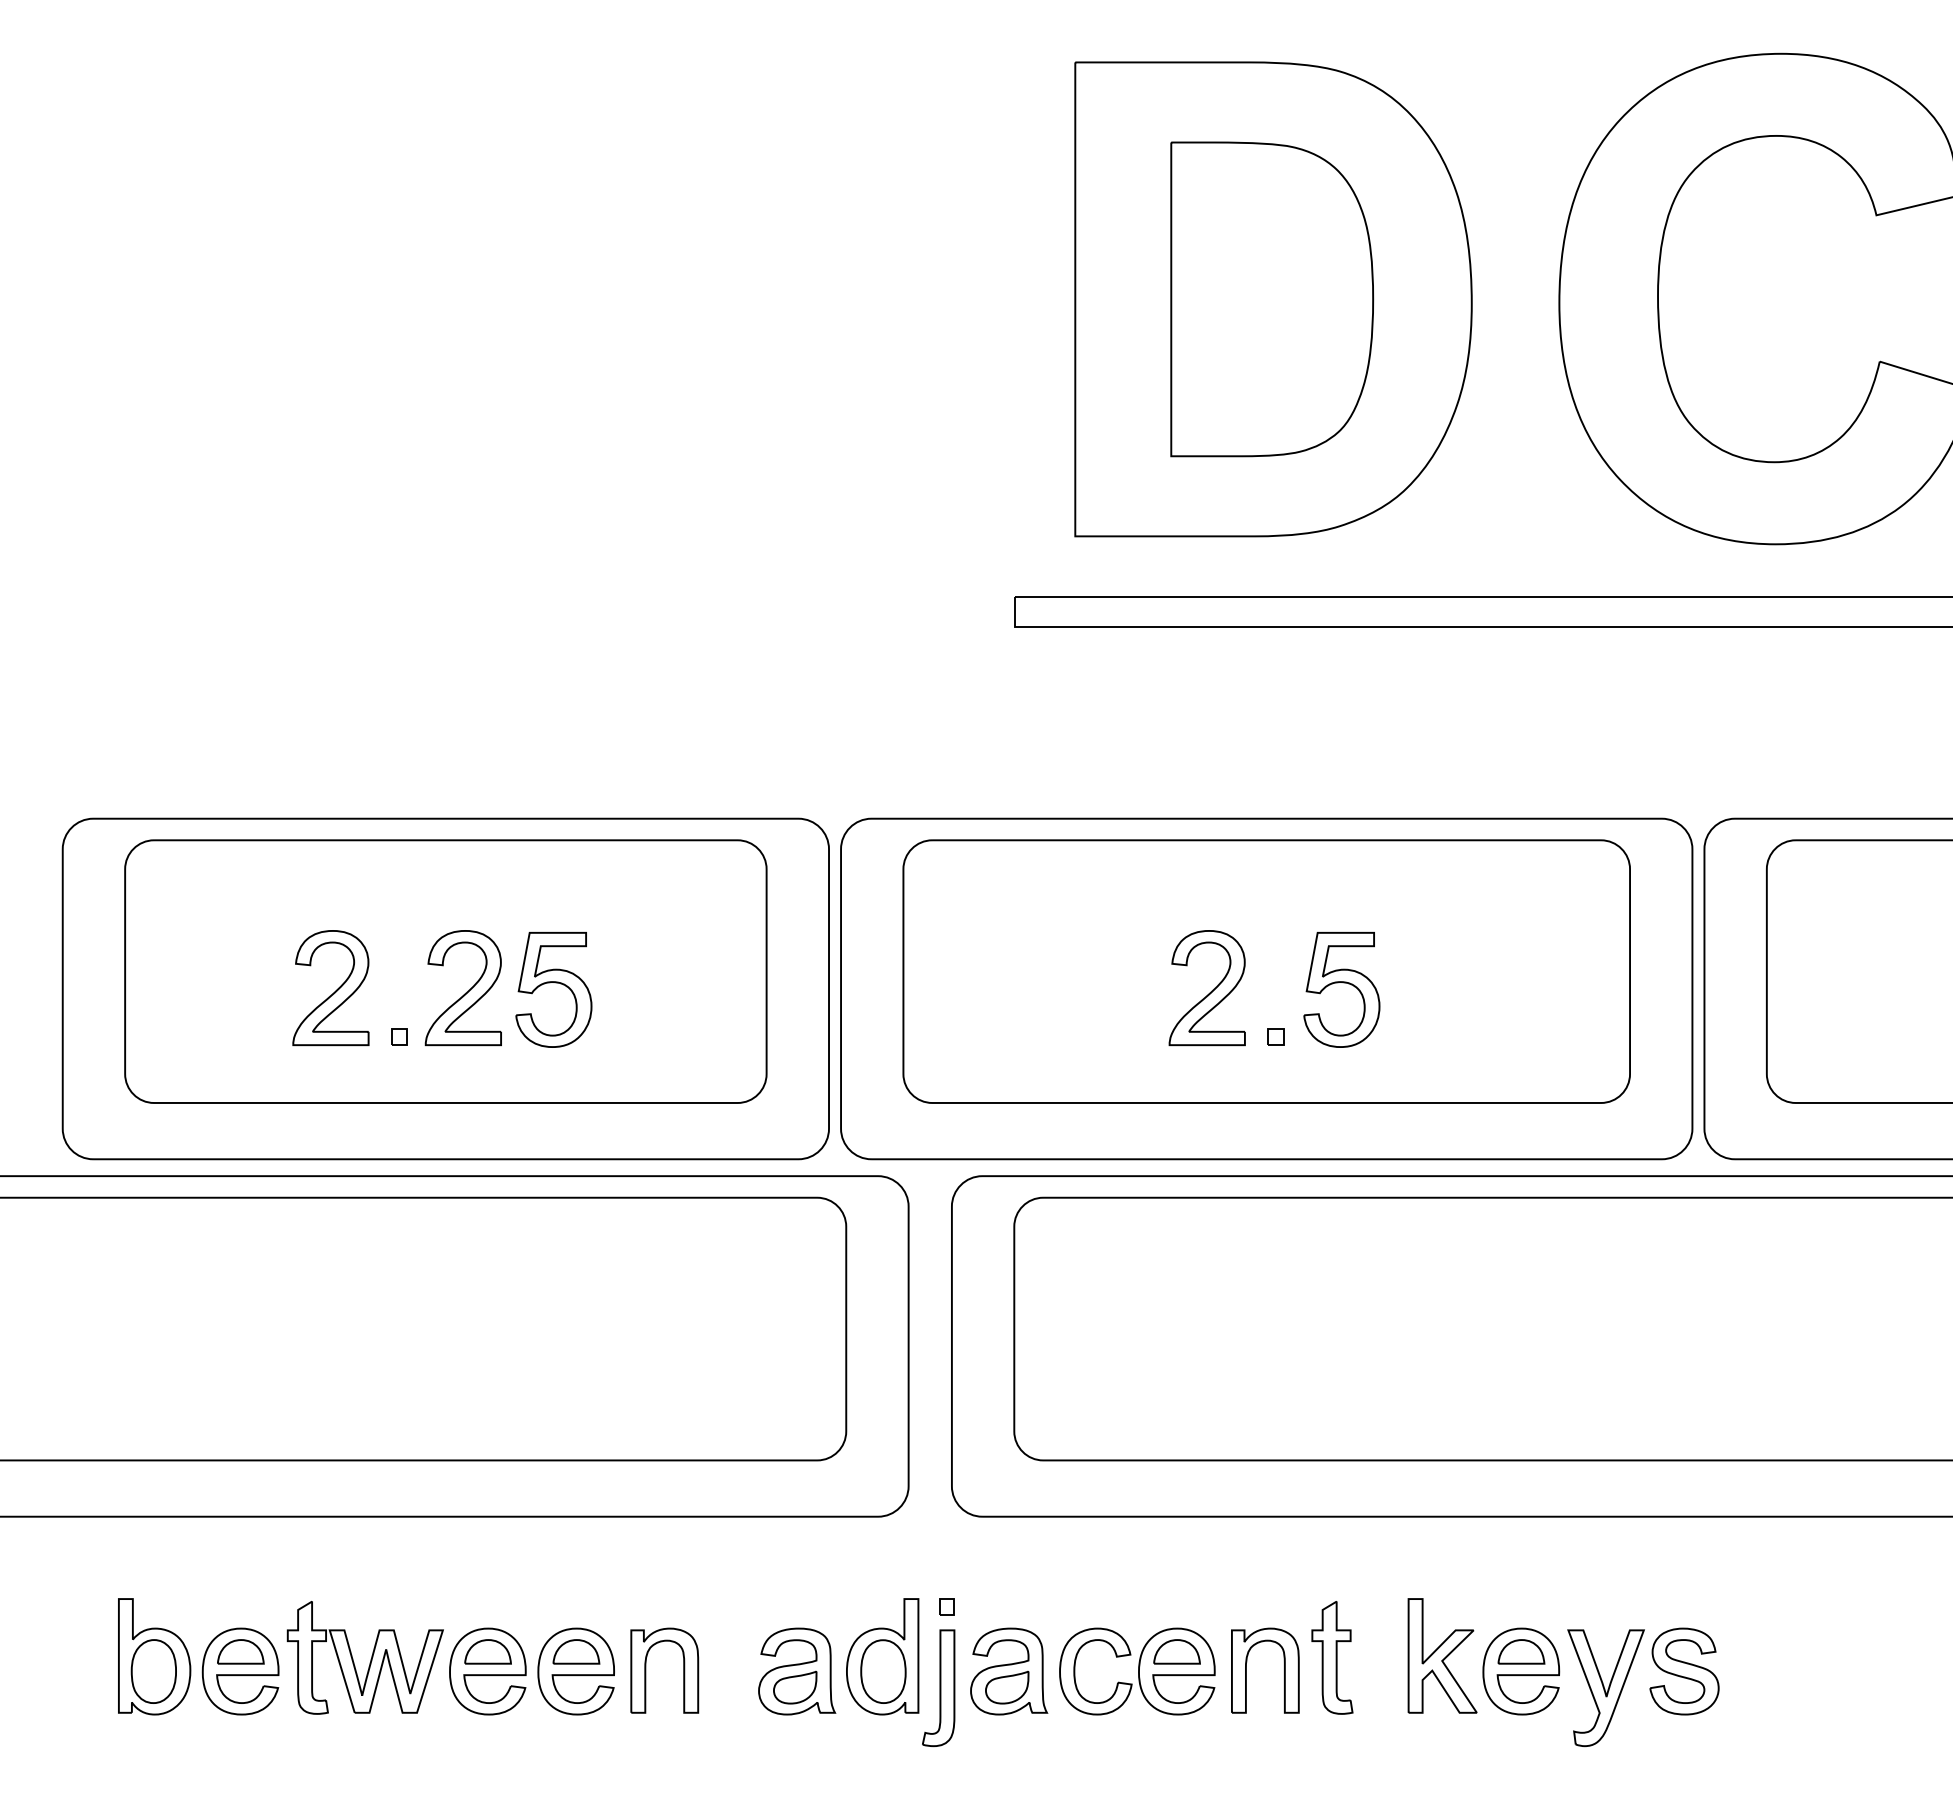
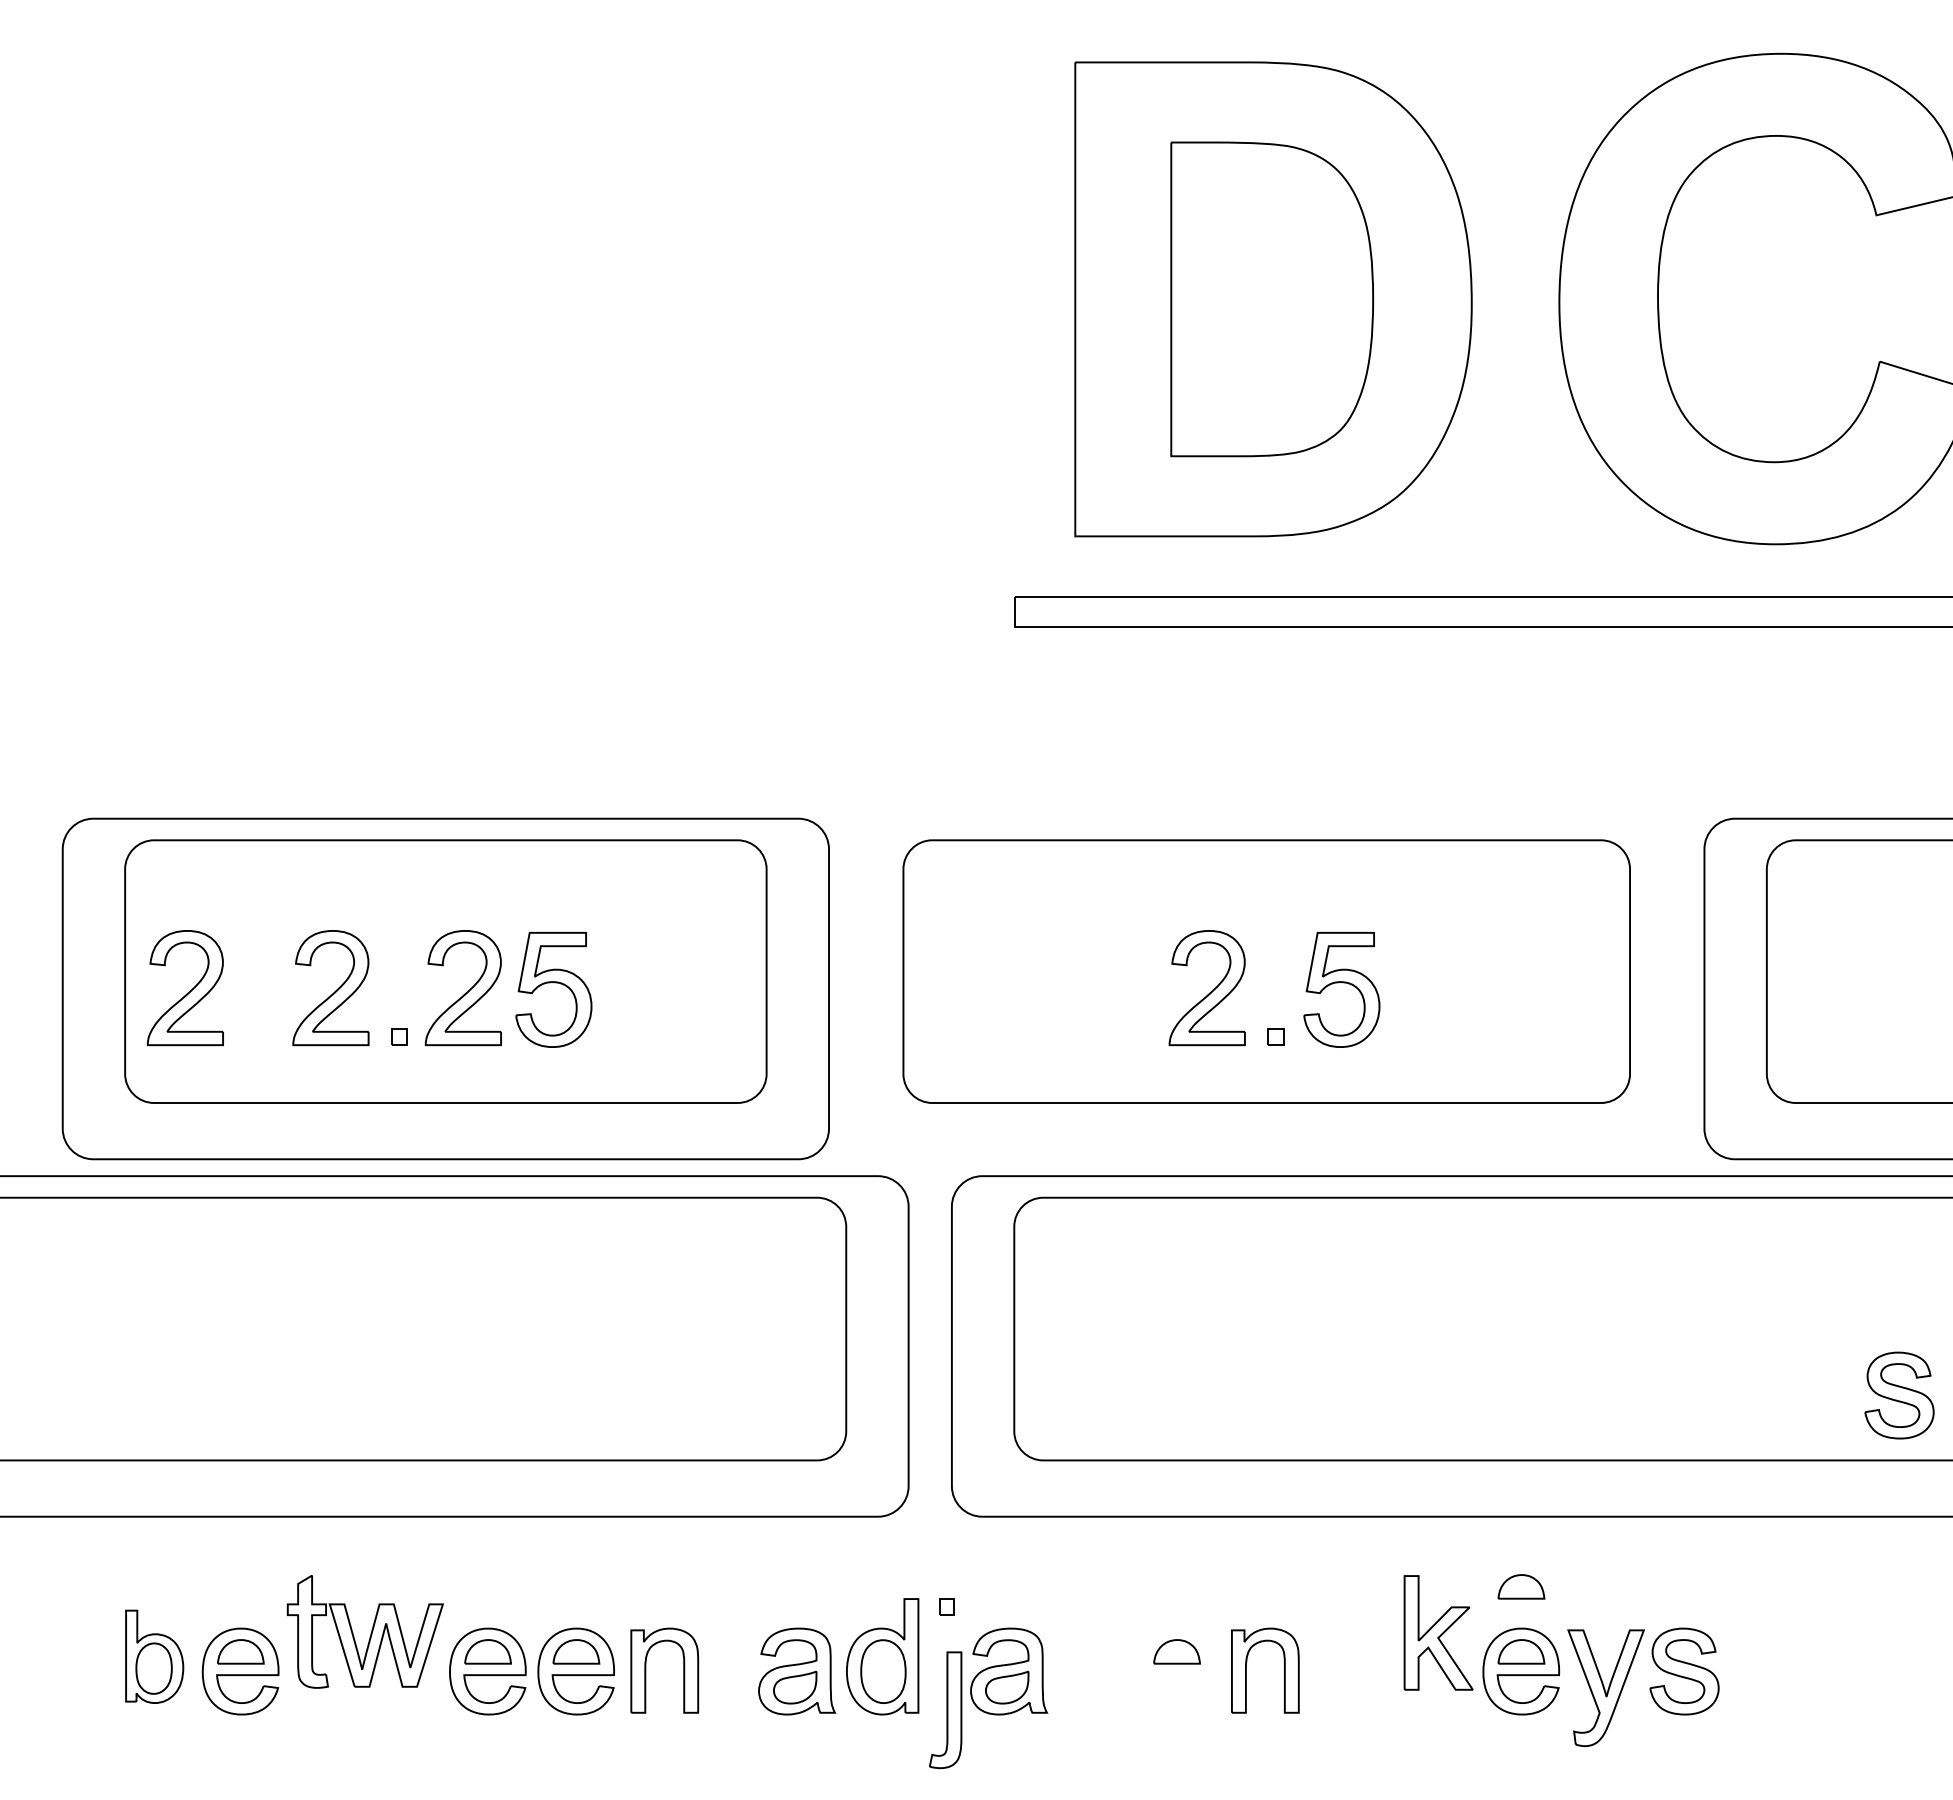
part at (184, 988): none -> present
part at (1266, 988): present -> none
part at (1899, 1395): none -> present
part at (1521, 1586): none -> present
part at (1442, 1655) position: (1442, 1655) -> (1438, 1632)
part at (154, 1656) size: 74x118 px -> 60x95 px
part at (1332, 1657): present -> none
part at (370, 1659) position: (370, 1659) -> (370, 1633)
part at (1137, 1671): present -> none
part at (938, 1688) position: (938, 1688) -> (945, 1710)
